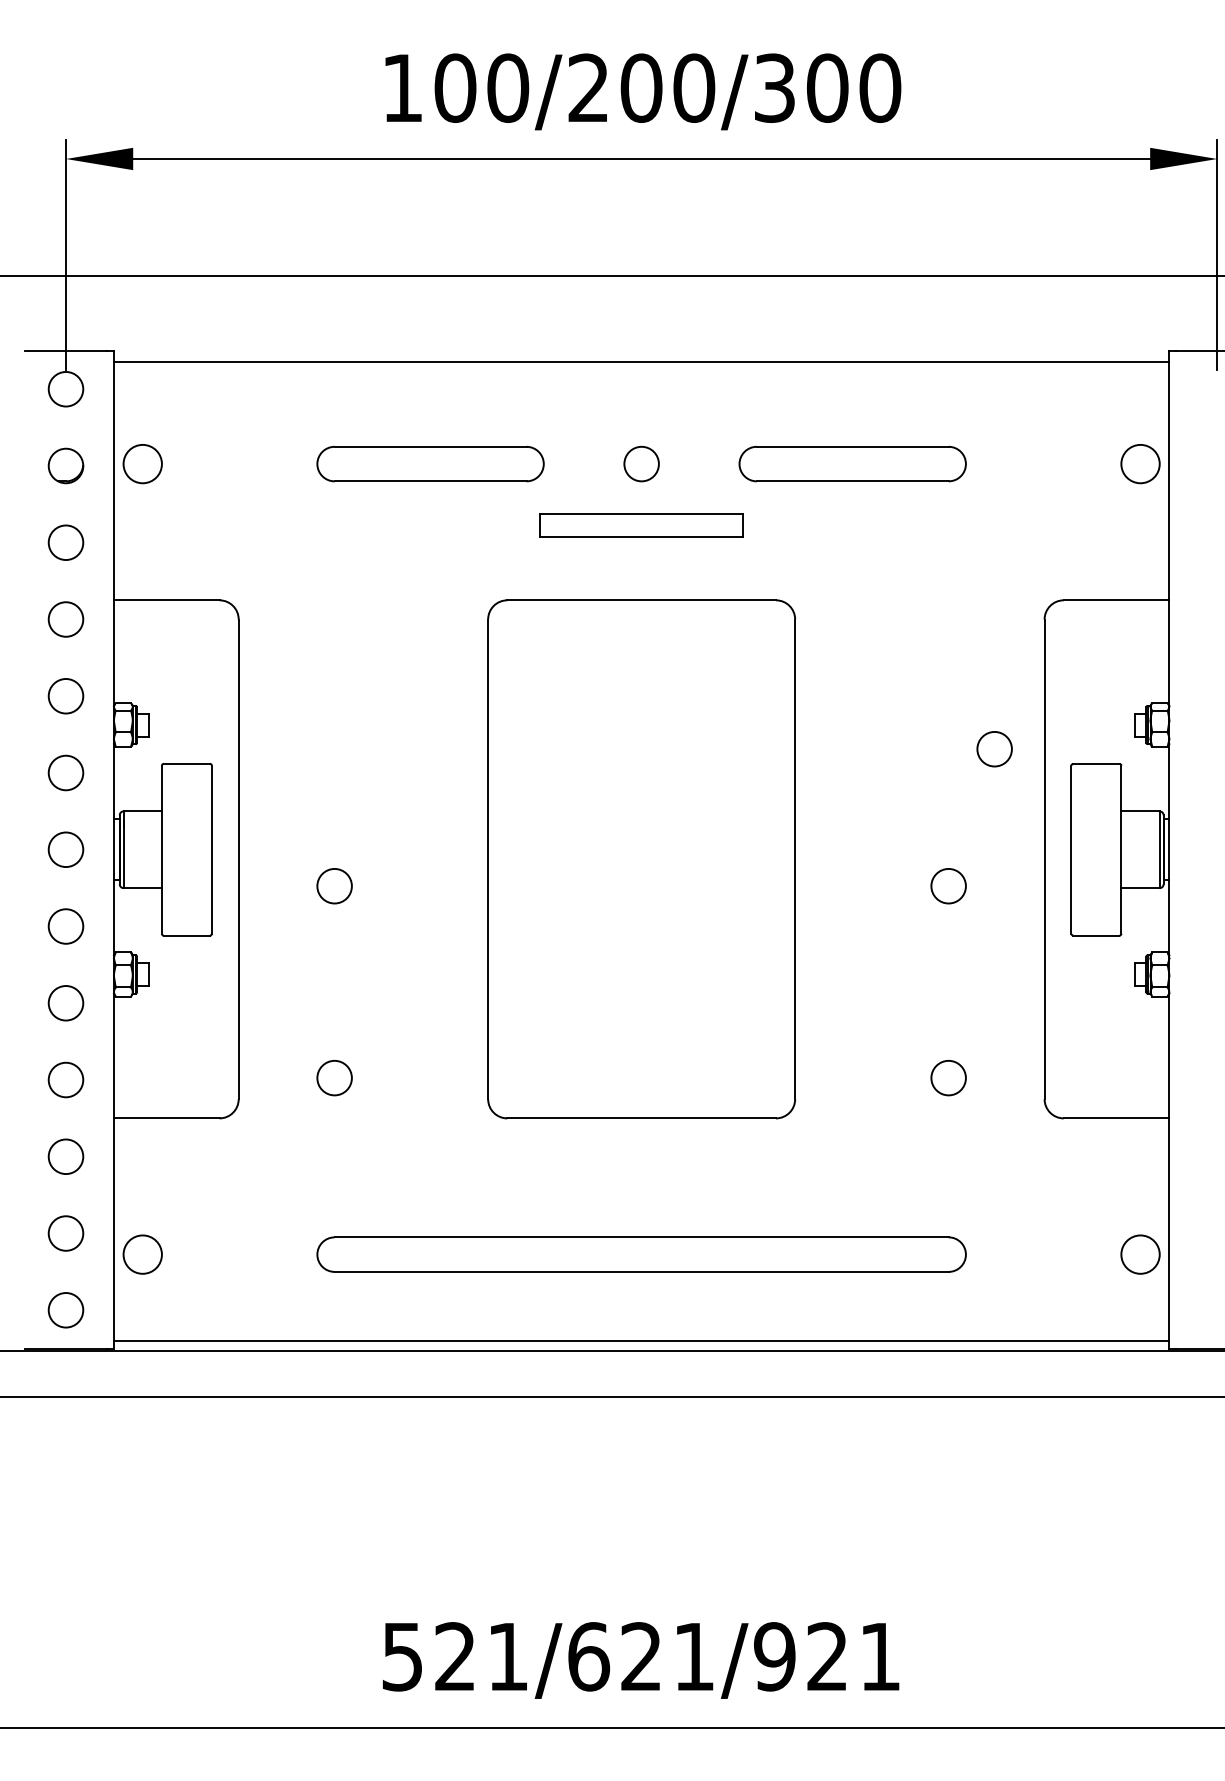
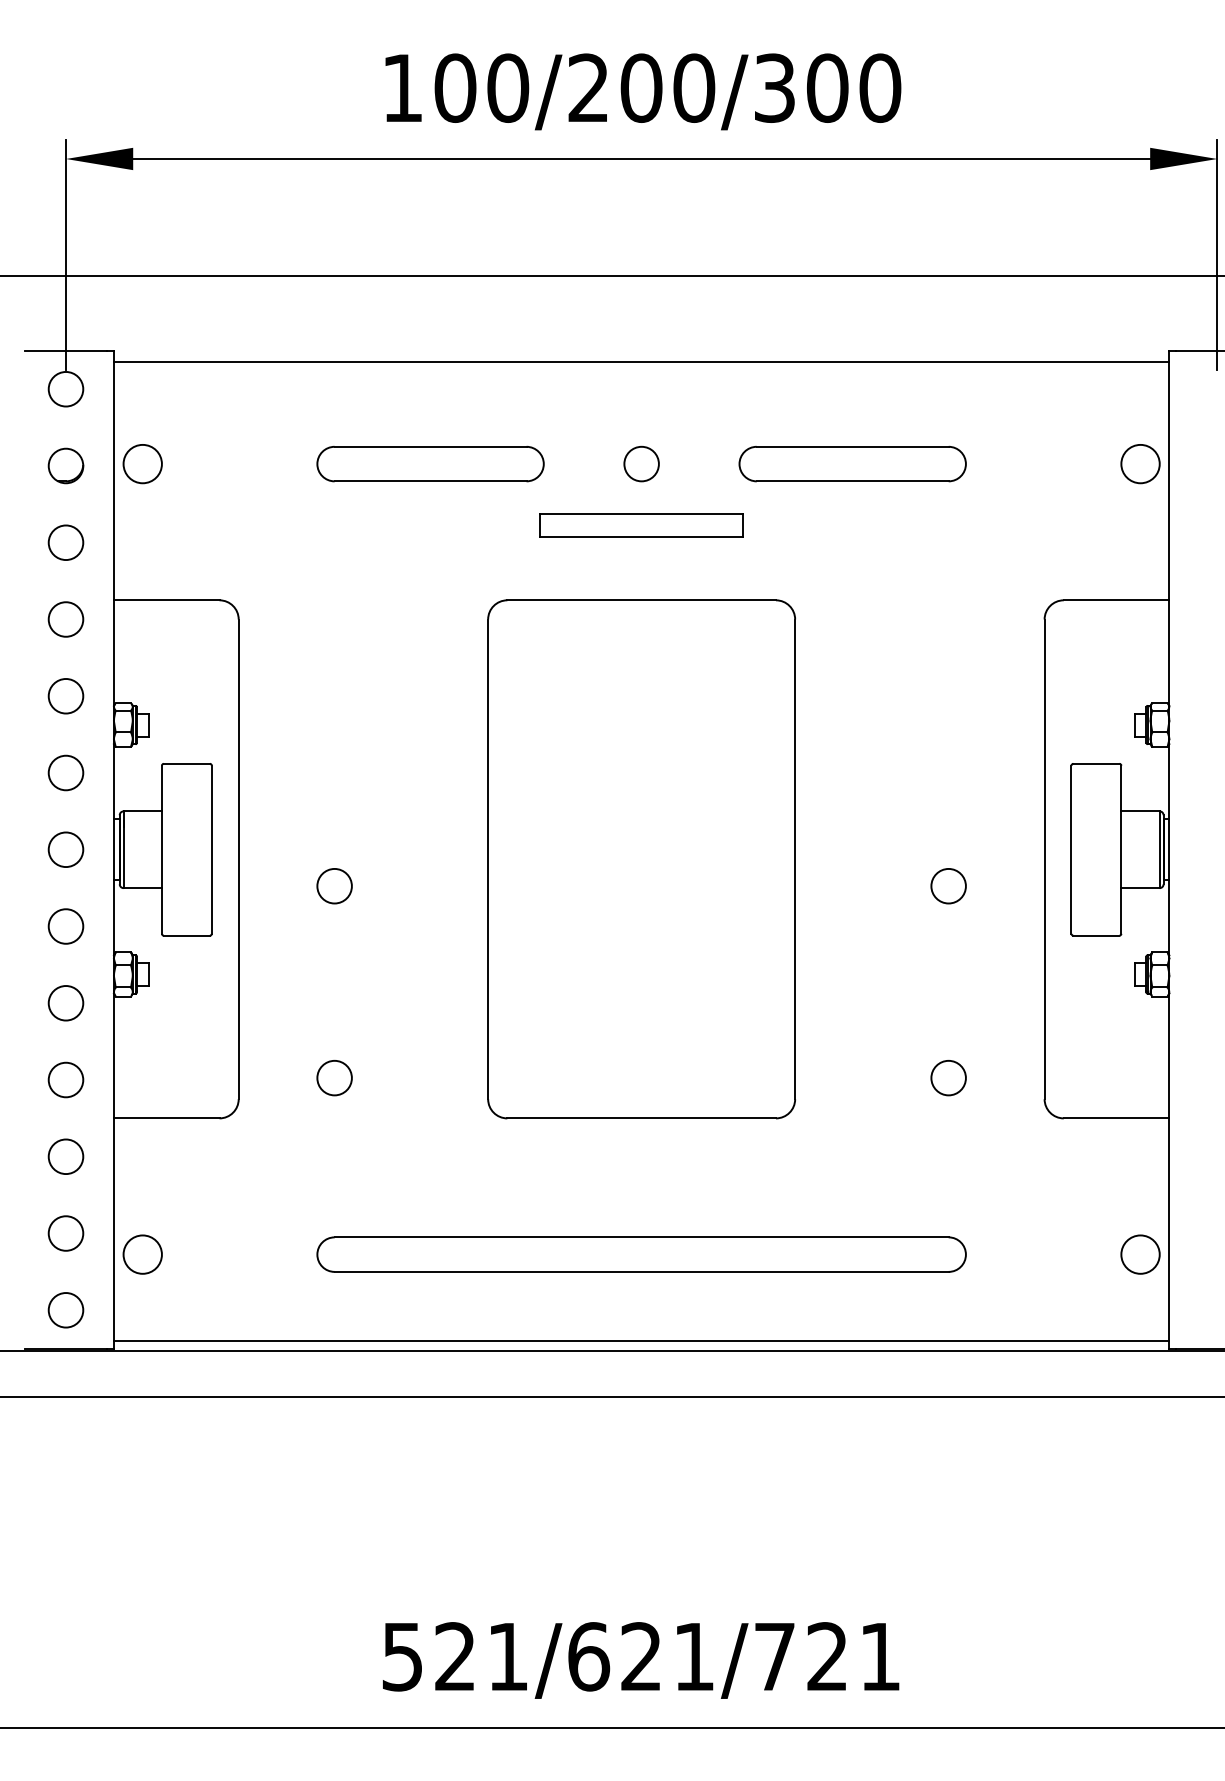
circle at (994, 749): present -> none
text at (774, 1656): 521/621/921 -> 521/621/721
